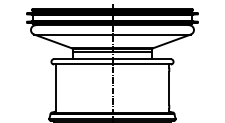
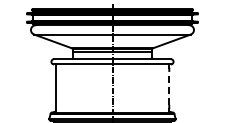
line at (169, 87): solid -> dashed
